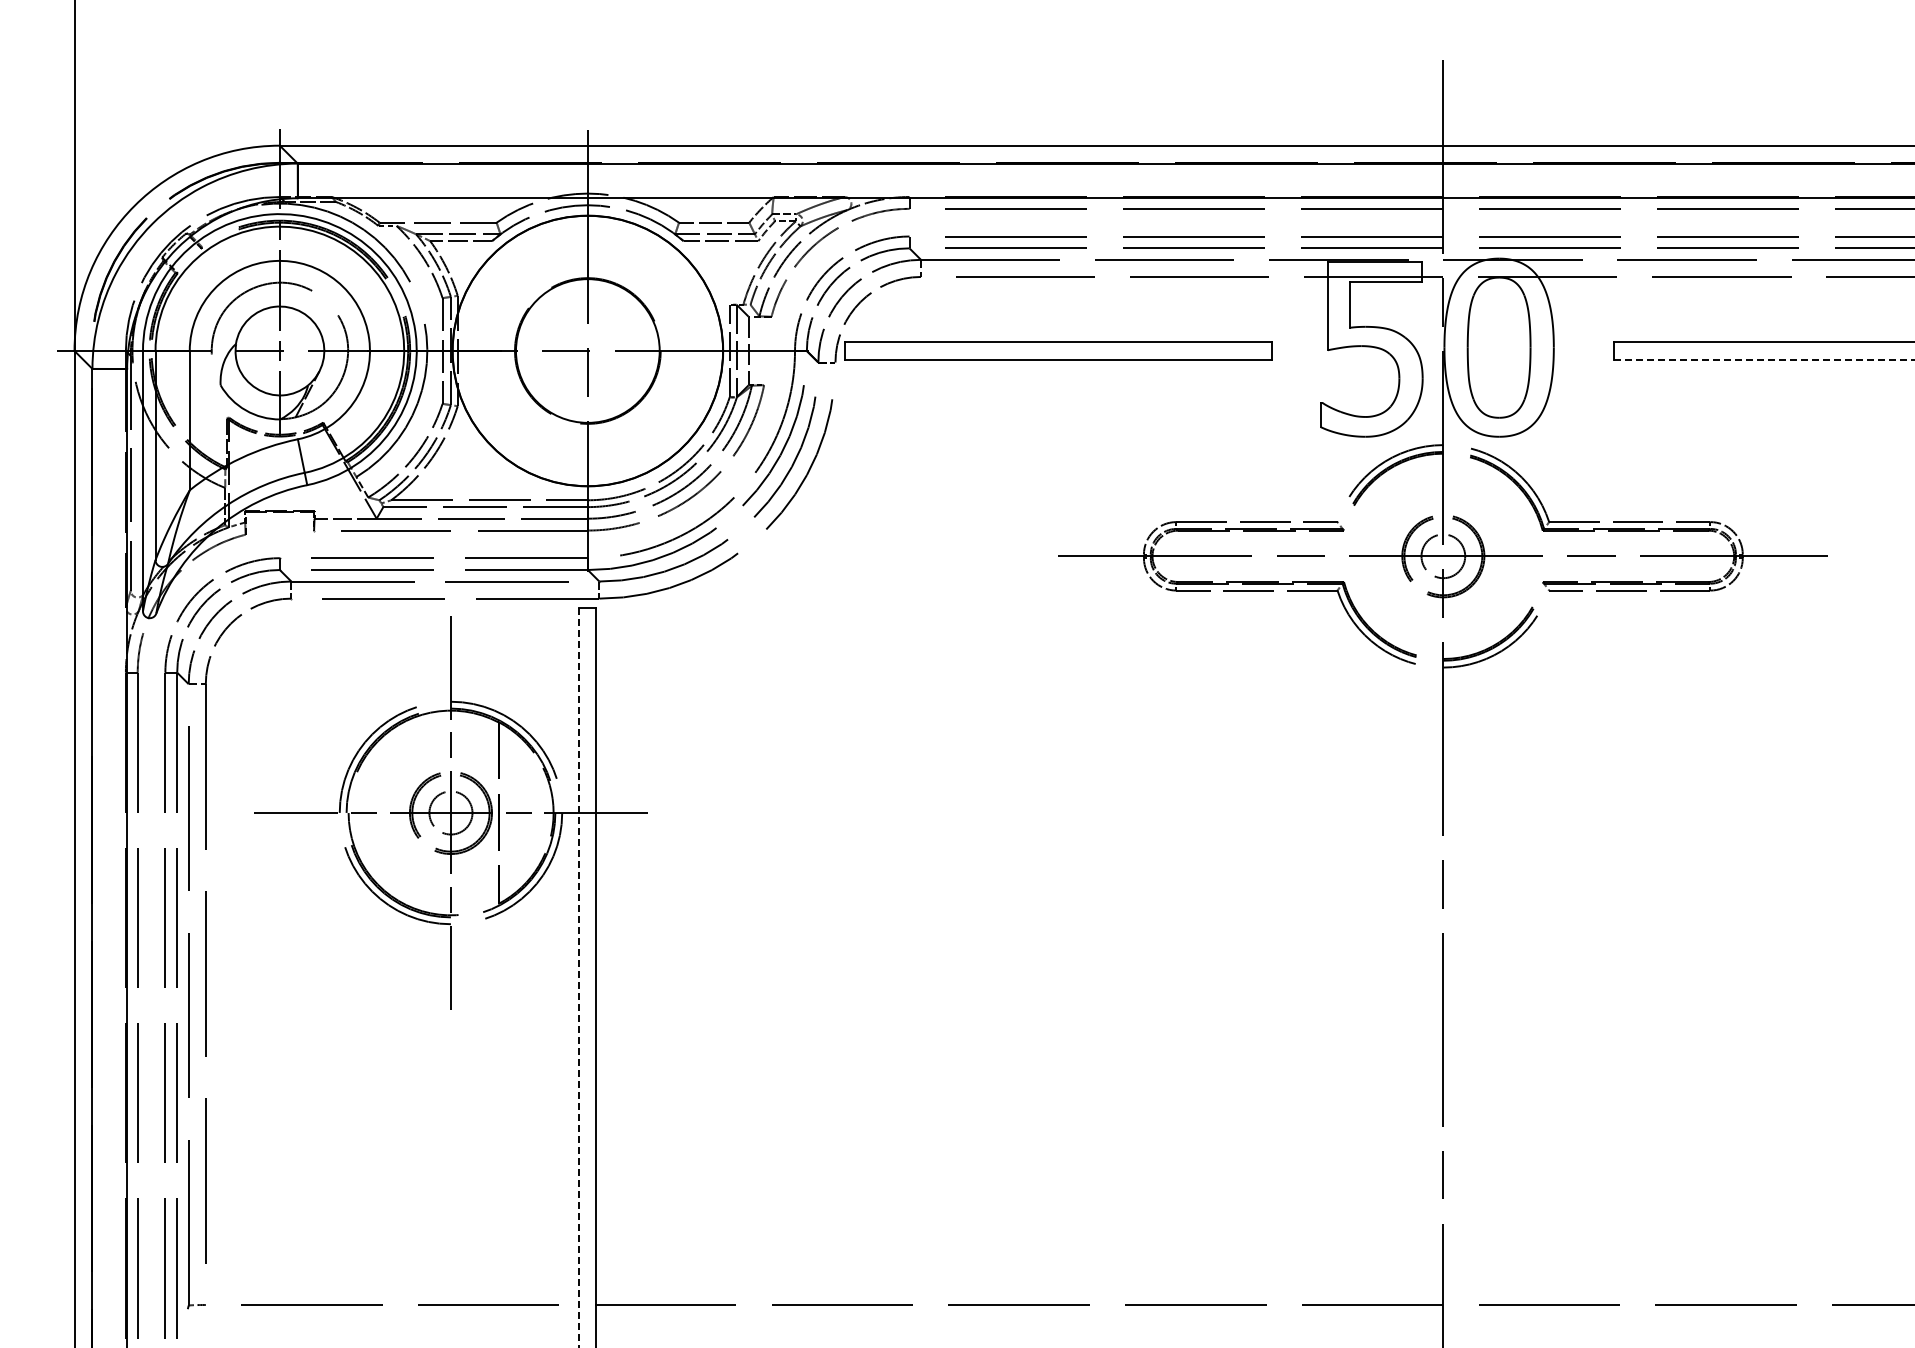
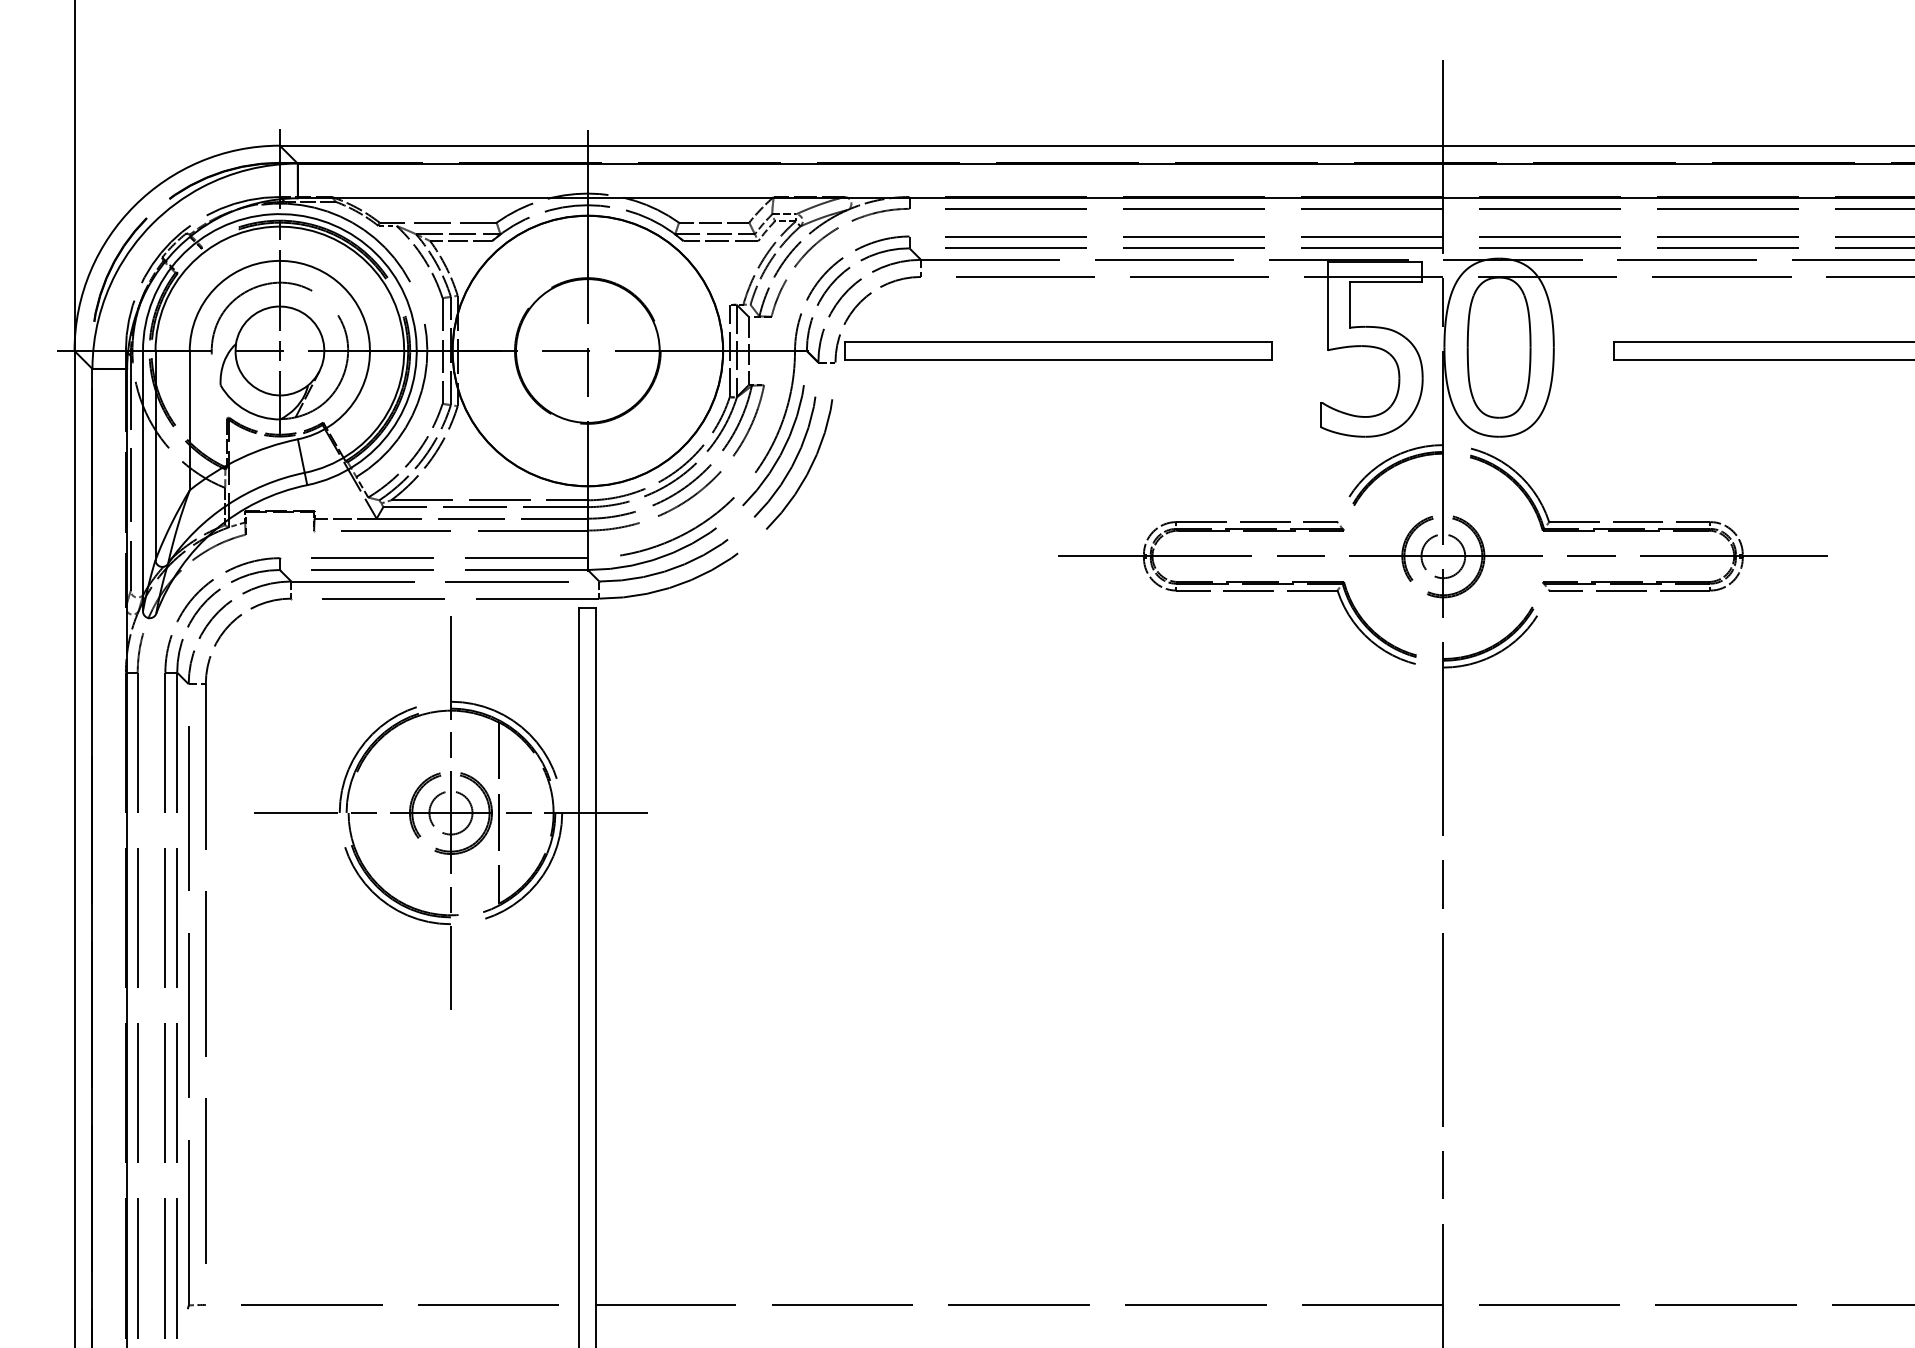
line at (1764, 359): dashed -> solid
line at (579, 977): dashed -> solid
